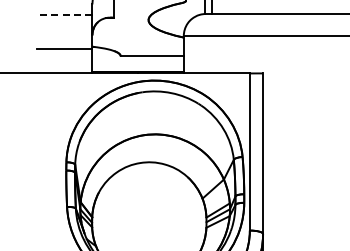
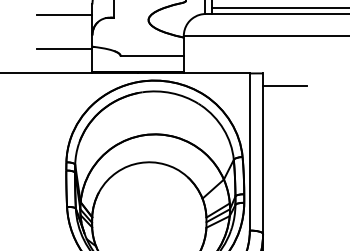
line at (279, 7): none -> present
line at (64, 14): dashed -> solid
line at (285, 86): none -> present
